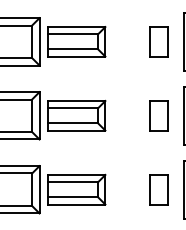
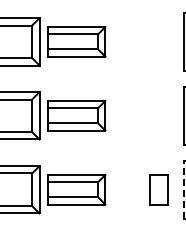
part at (158, 41): present -> none
part at (158, 115): present -> none
line at (183, 189): solid -> dashed
